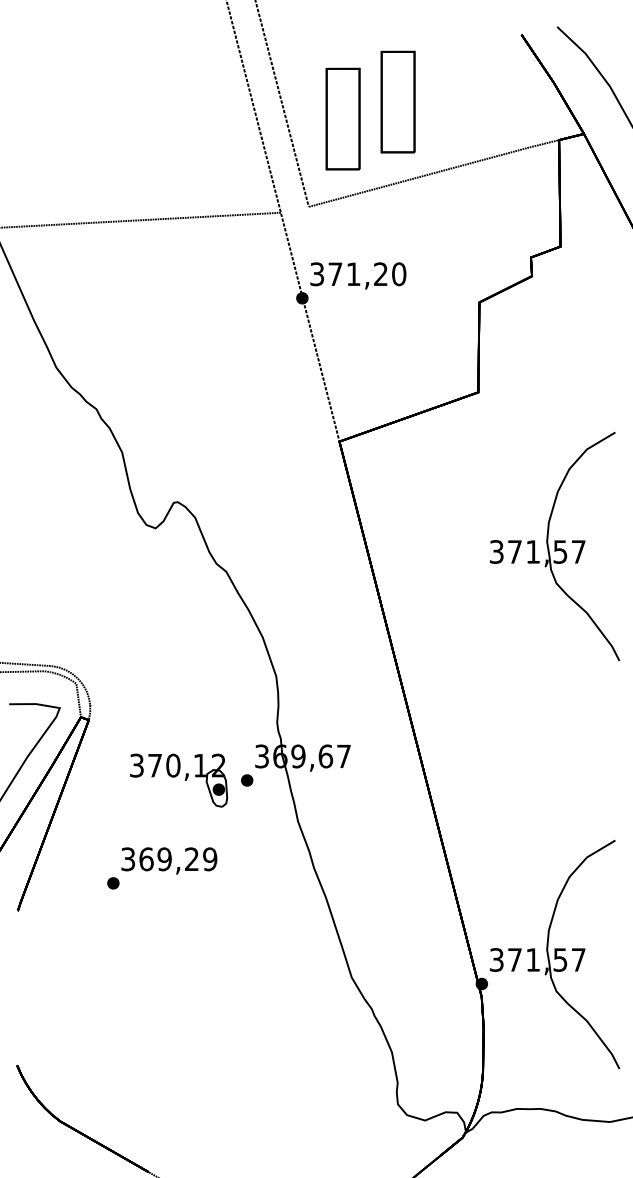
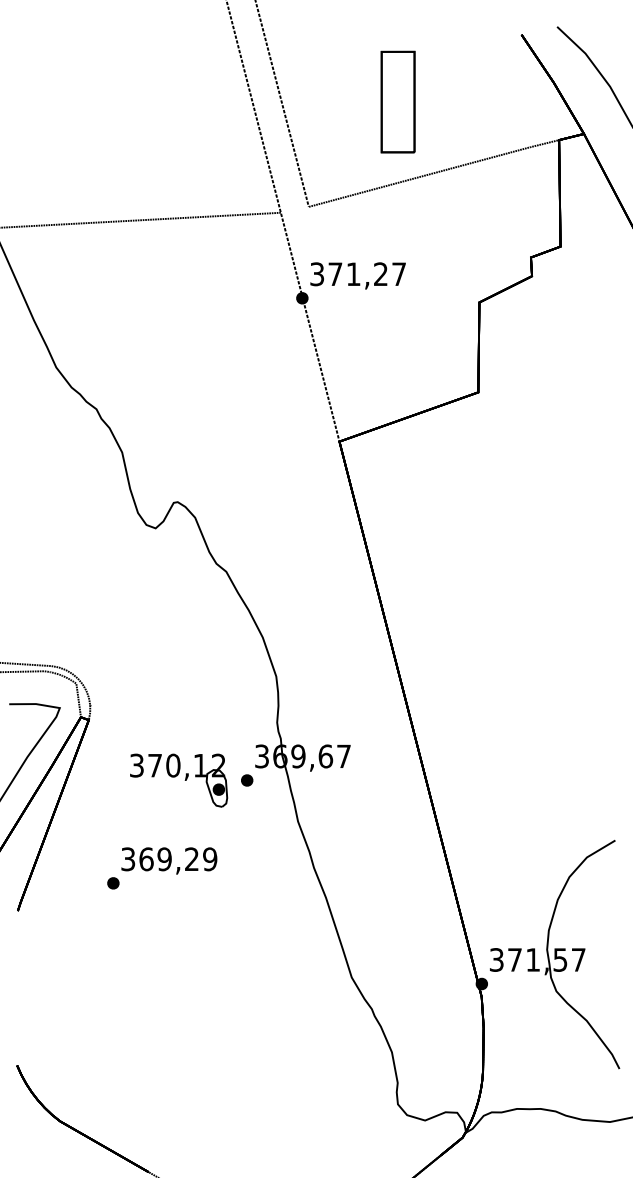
part at (342, 118): present -> none
text at (399, 274): 371,20 -> 371,27
part at (555, 546): present -> none
